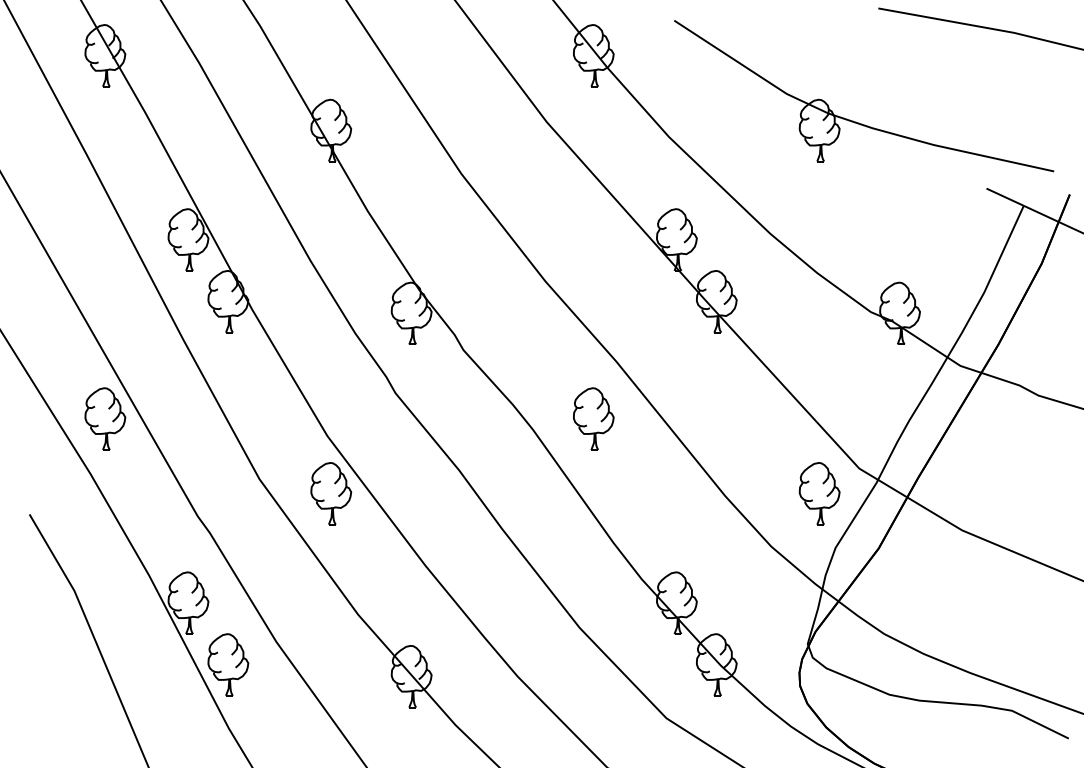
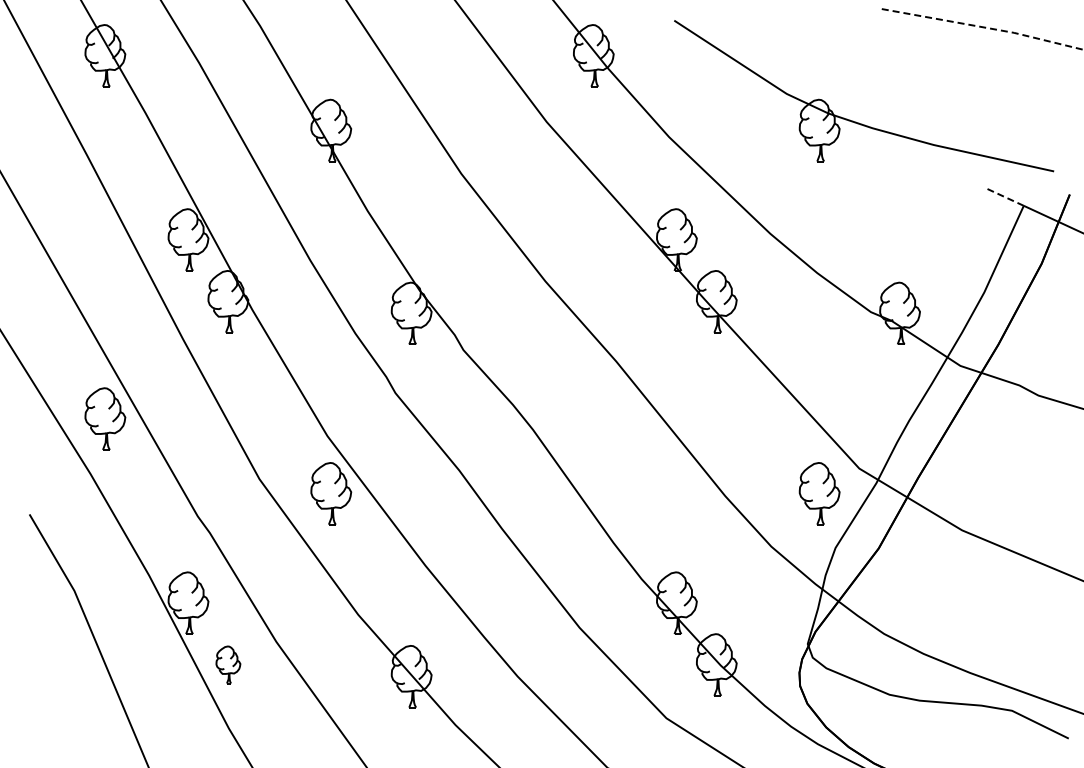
line at (981, 27): solid -> dashed
line at (1005, 197): solid -> dashed
part at (593, 418): present -> none
part at (228, 664) size: 43x64 px -> 27x40 px
